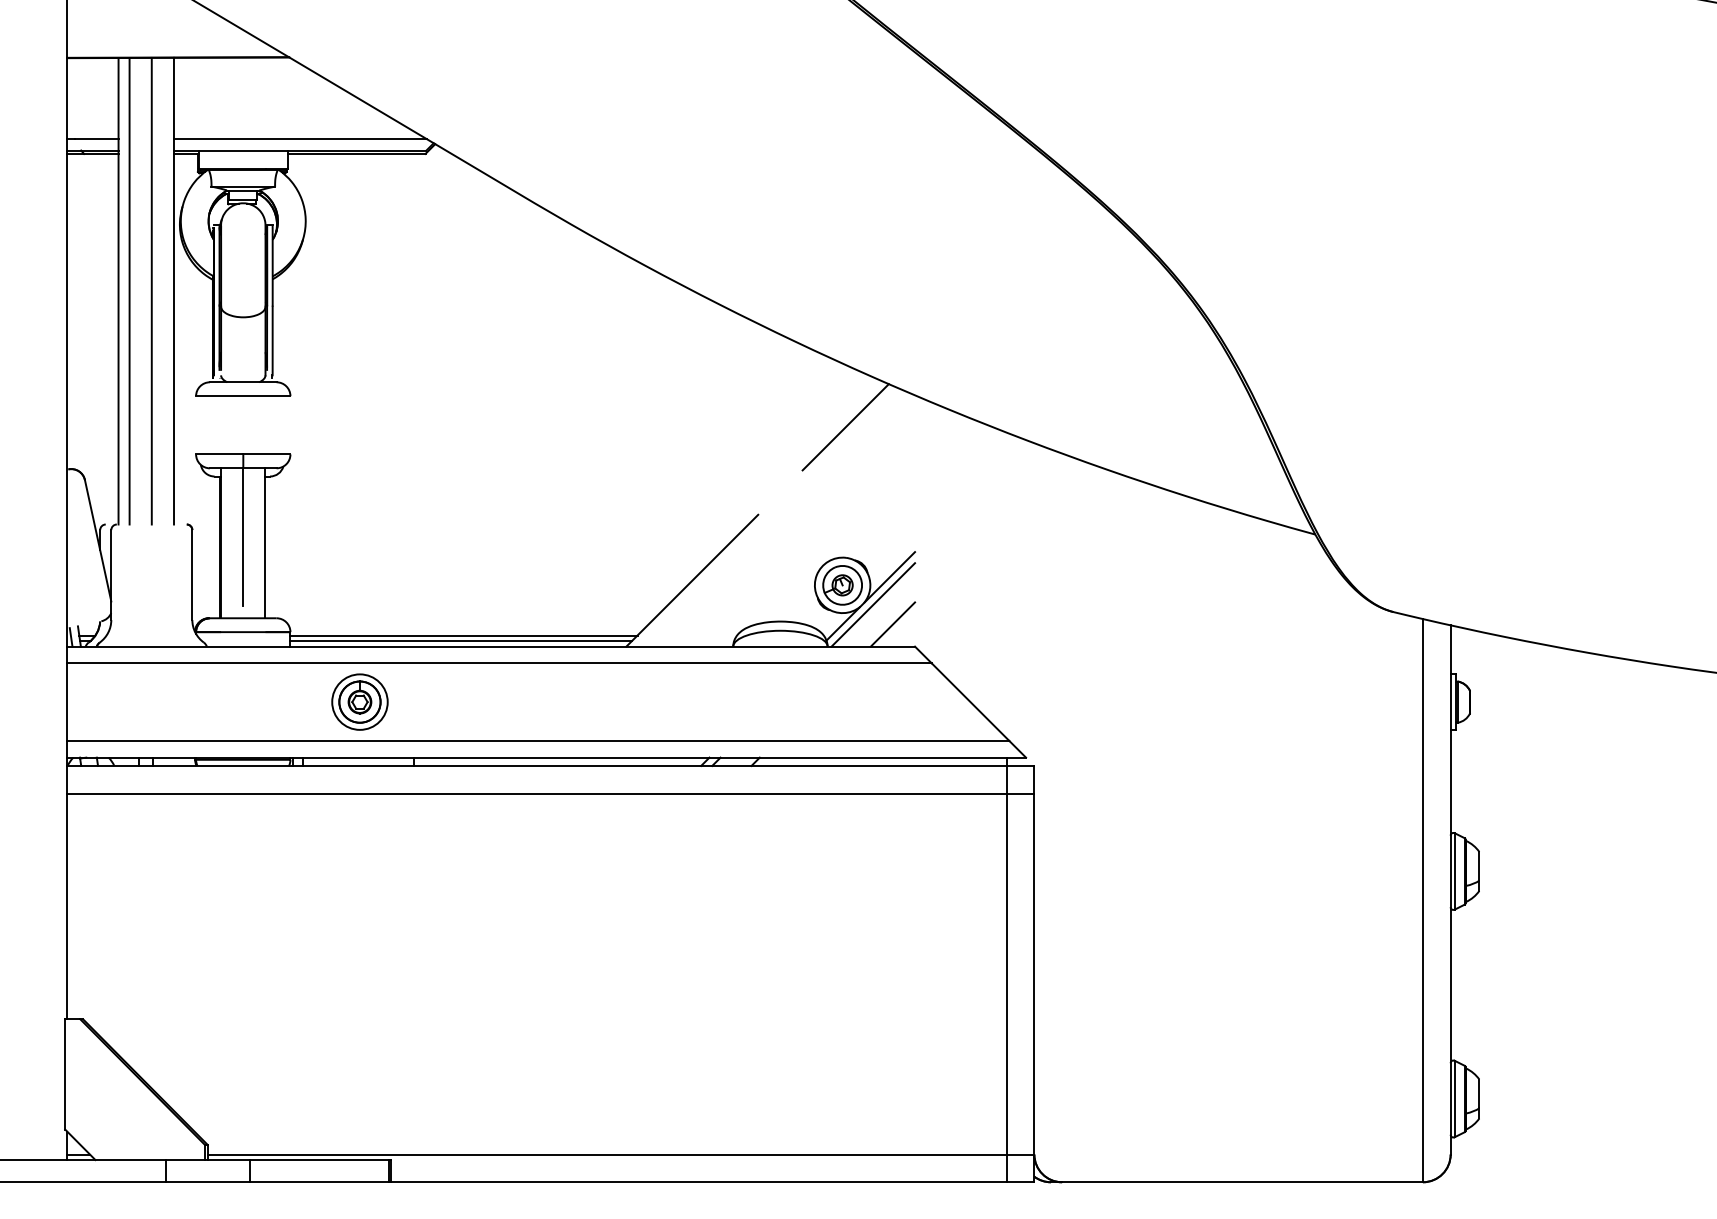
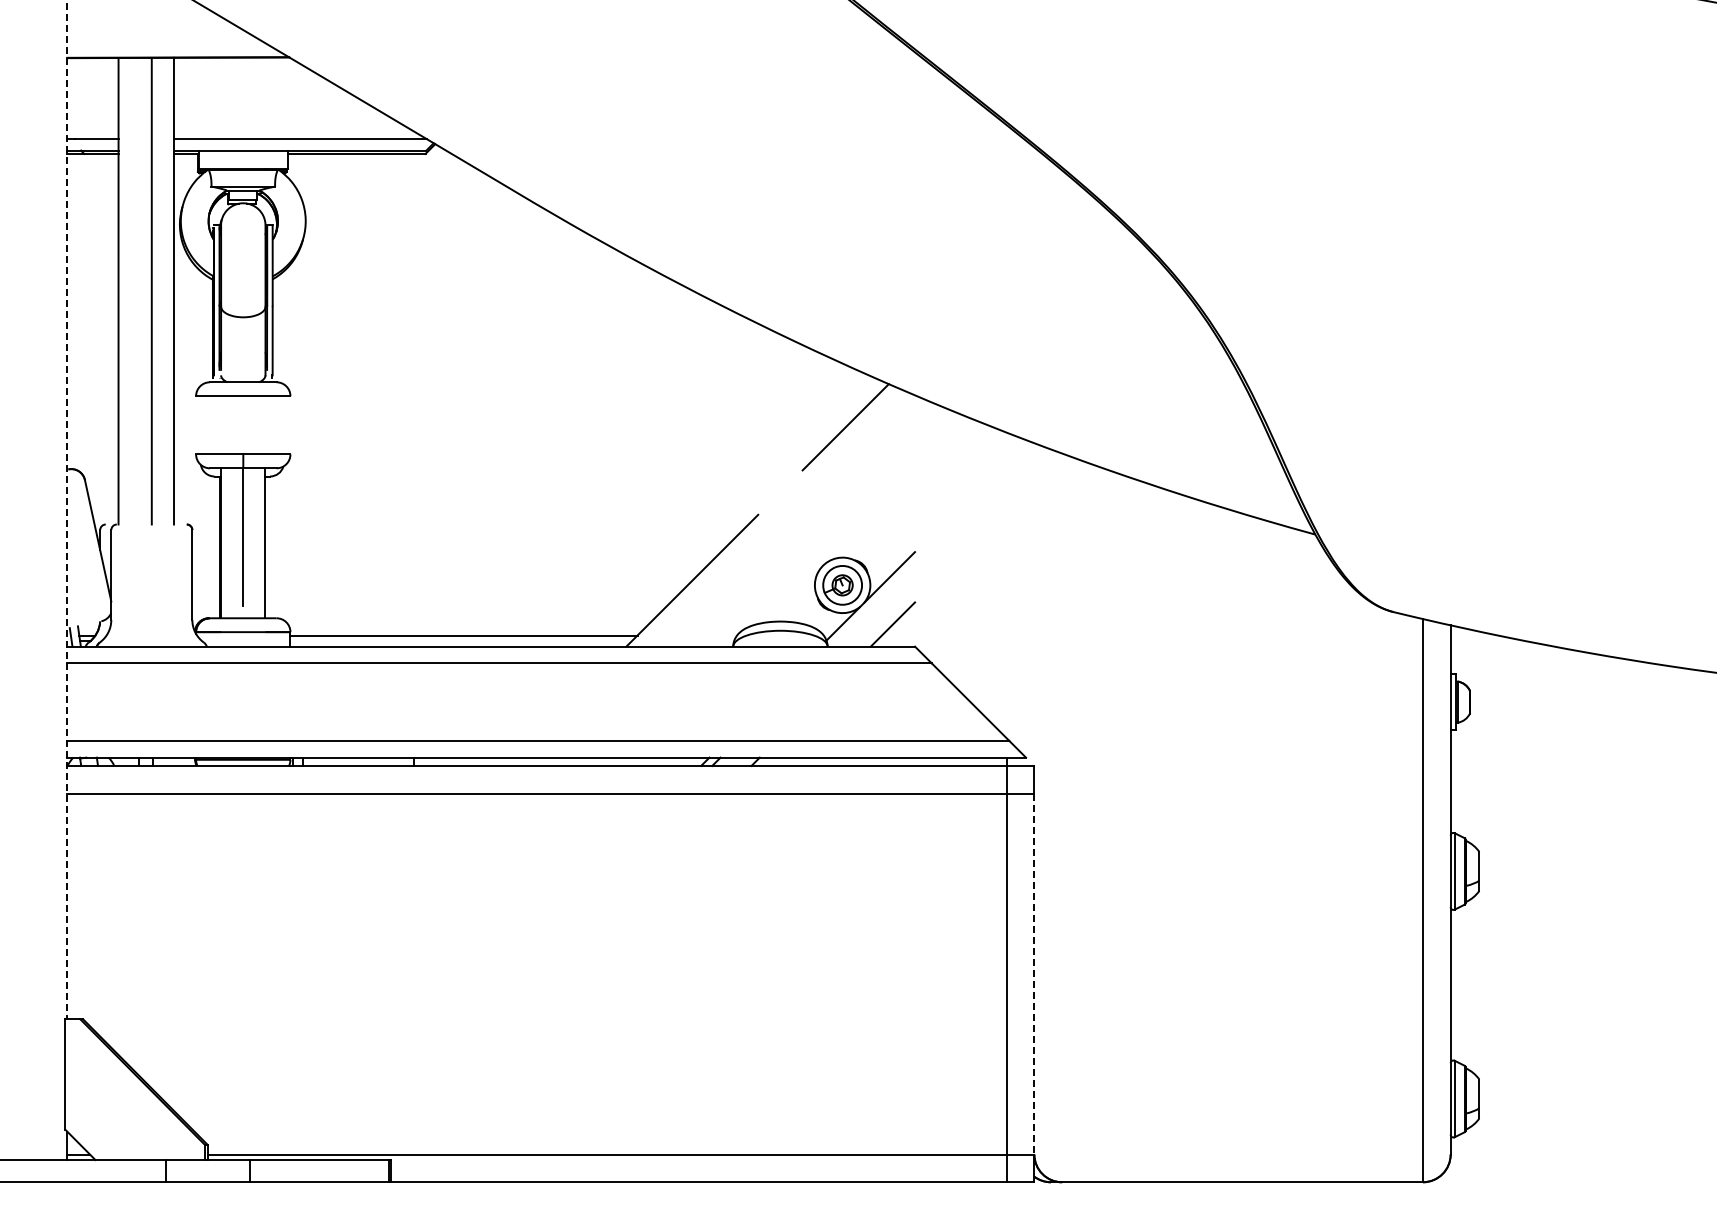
line at (129, 290): present -> none
line at (67, 510): solid -> dashed
line at (873, 604): present -> none
line at (460, 641): present -> none
part at (359, 701): present -> none
line at (1034, 974): solid -> dashed
